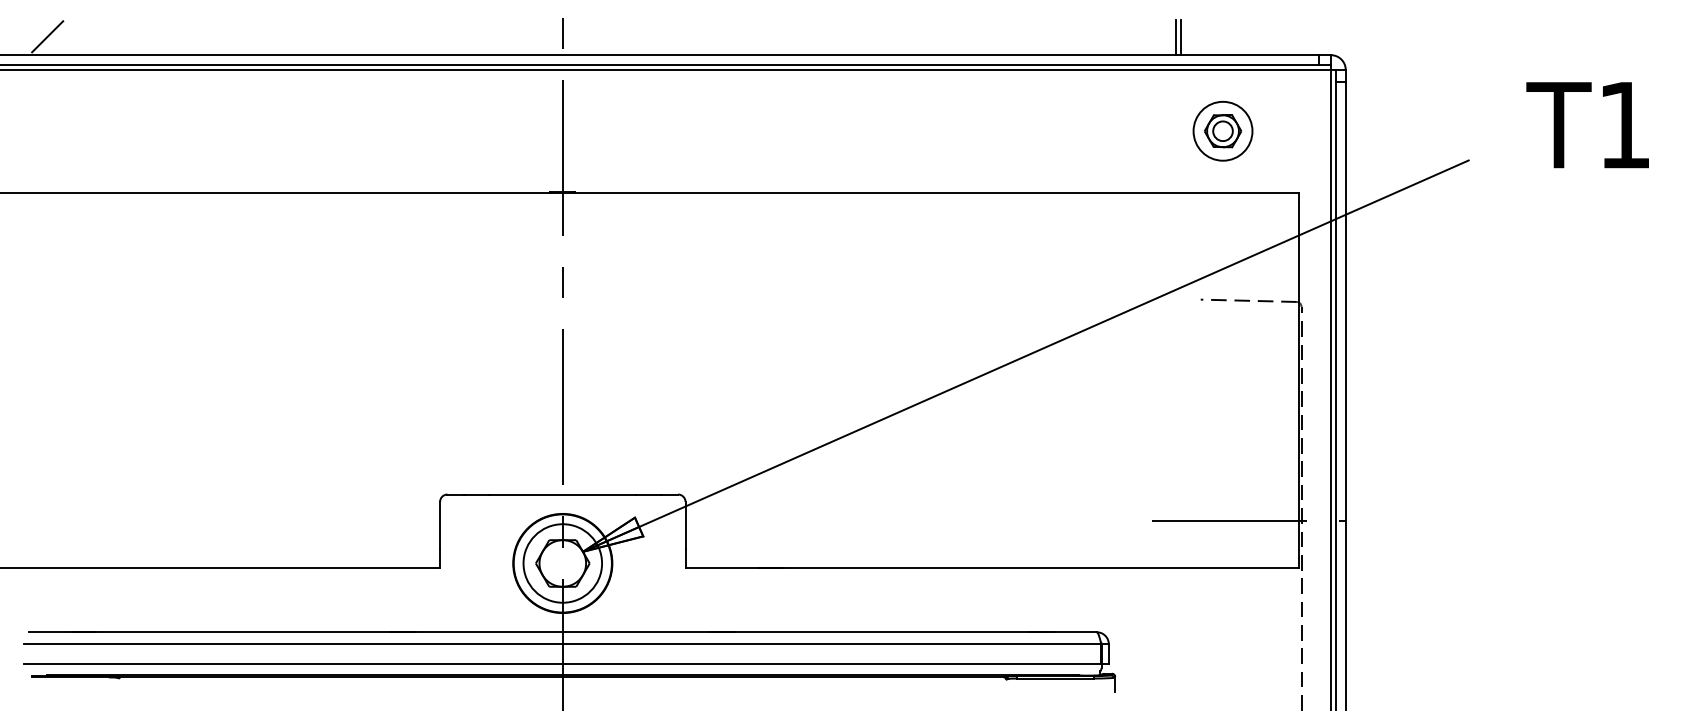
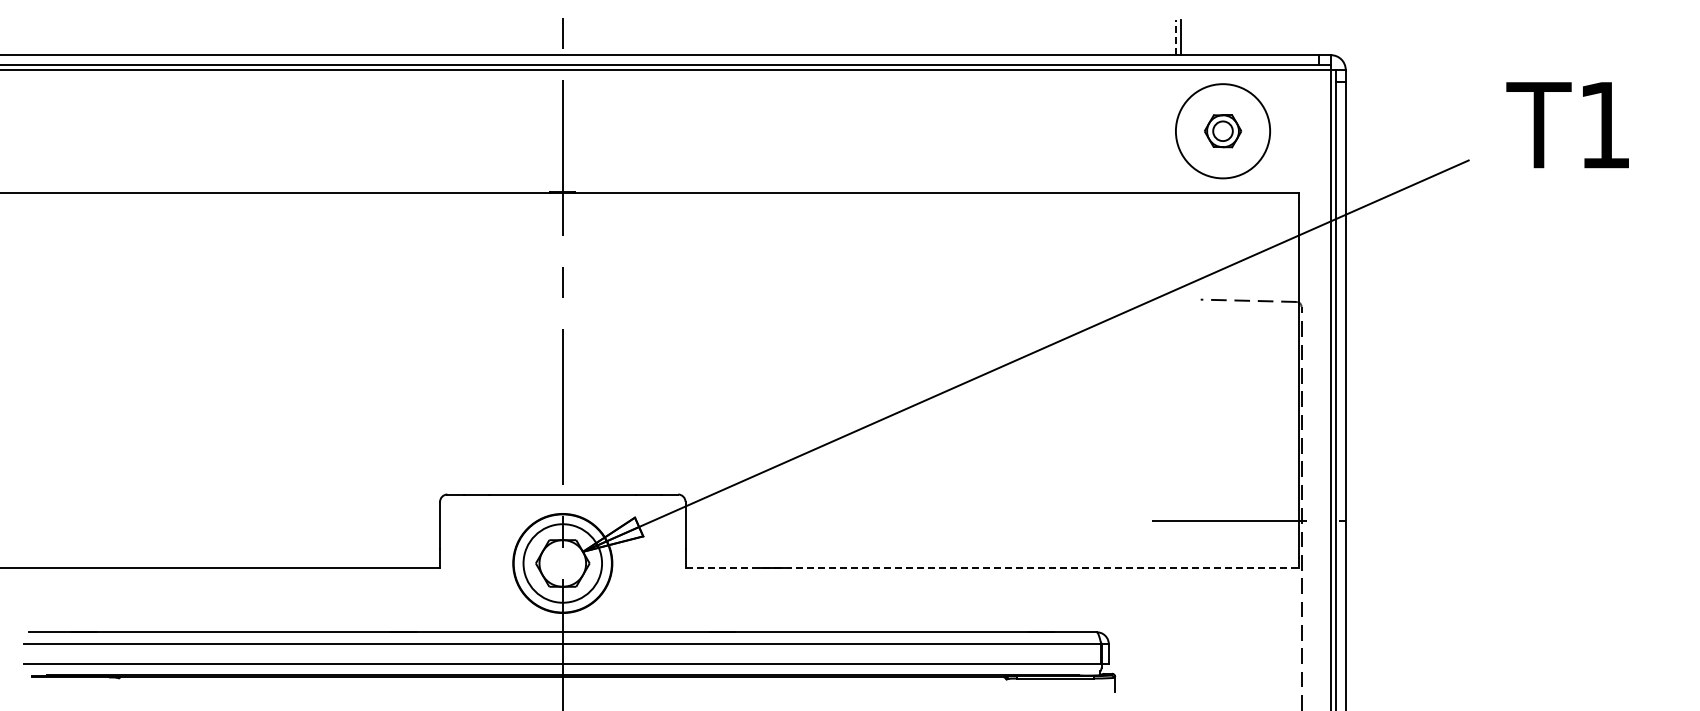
line at (47, 36): present -> none
line at (1176, 37): solid -> dashed
text at (1587, 125) position: (1587, 125) -> (1567, 125)
circle at (1222, 130) diameter: 59 px -> 94 px
line at (992, 568): solid -> dashed
